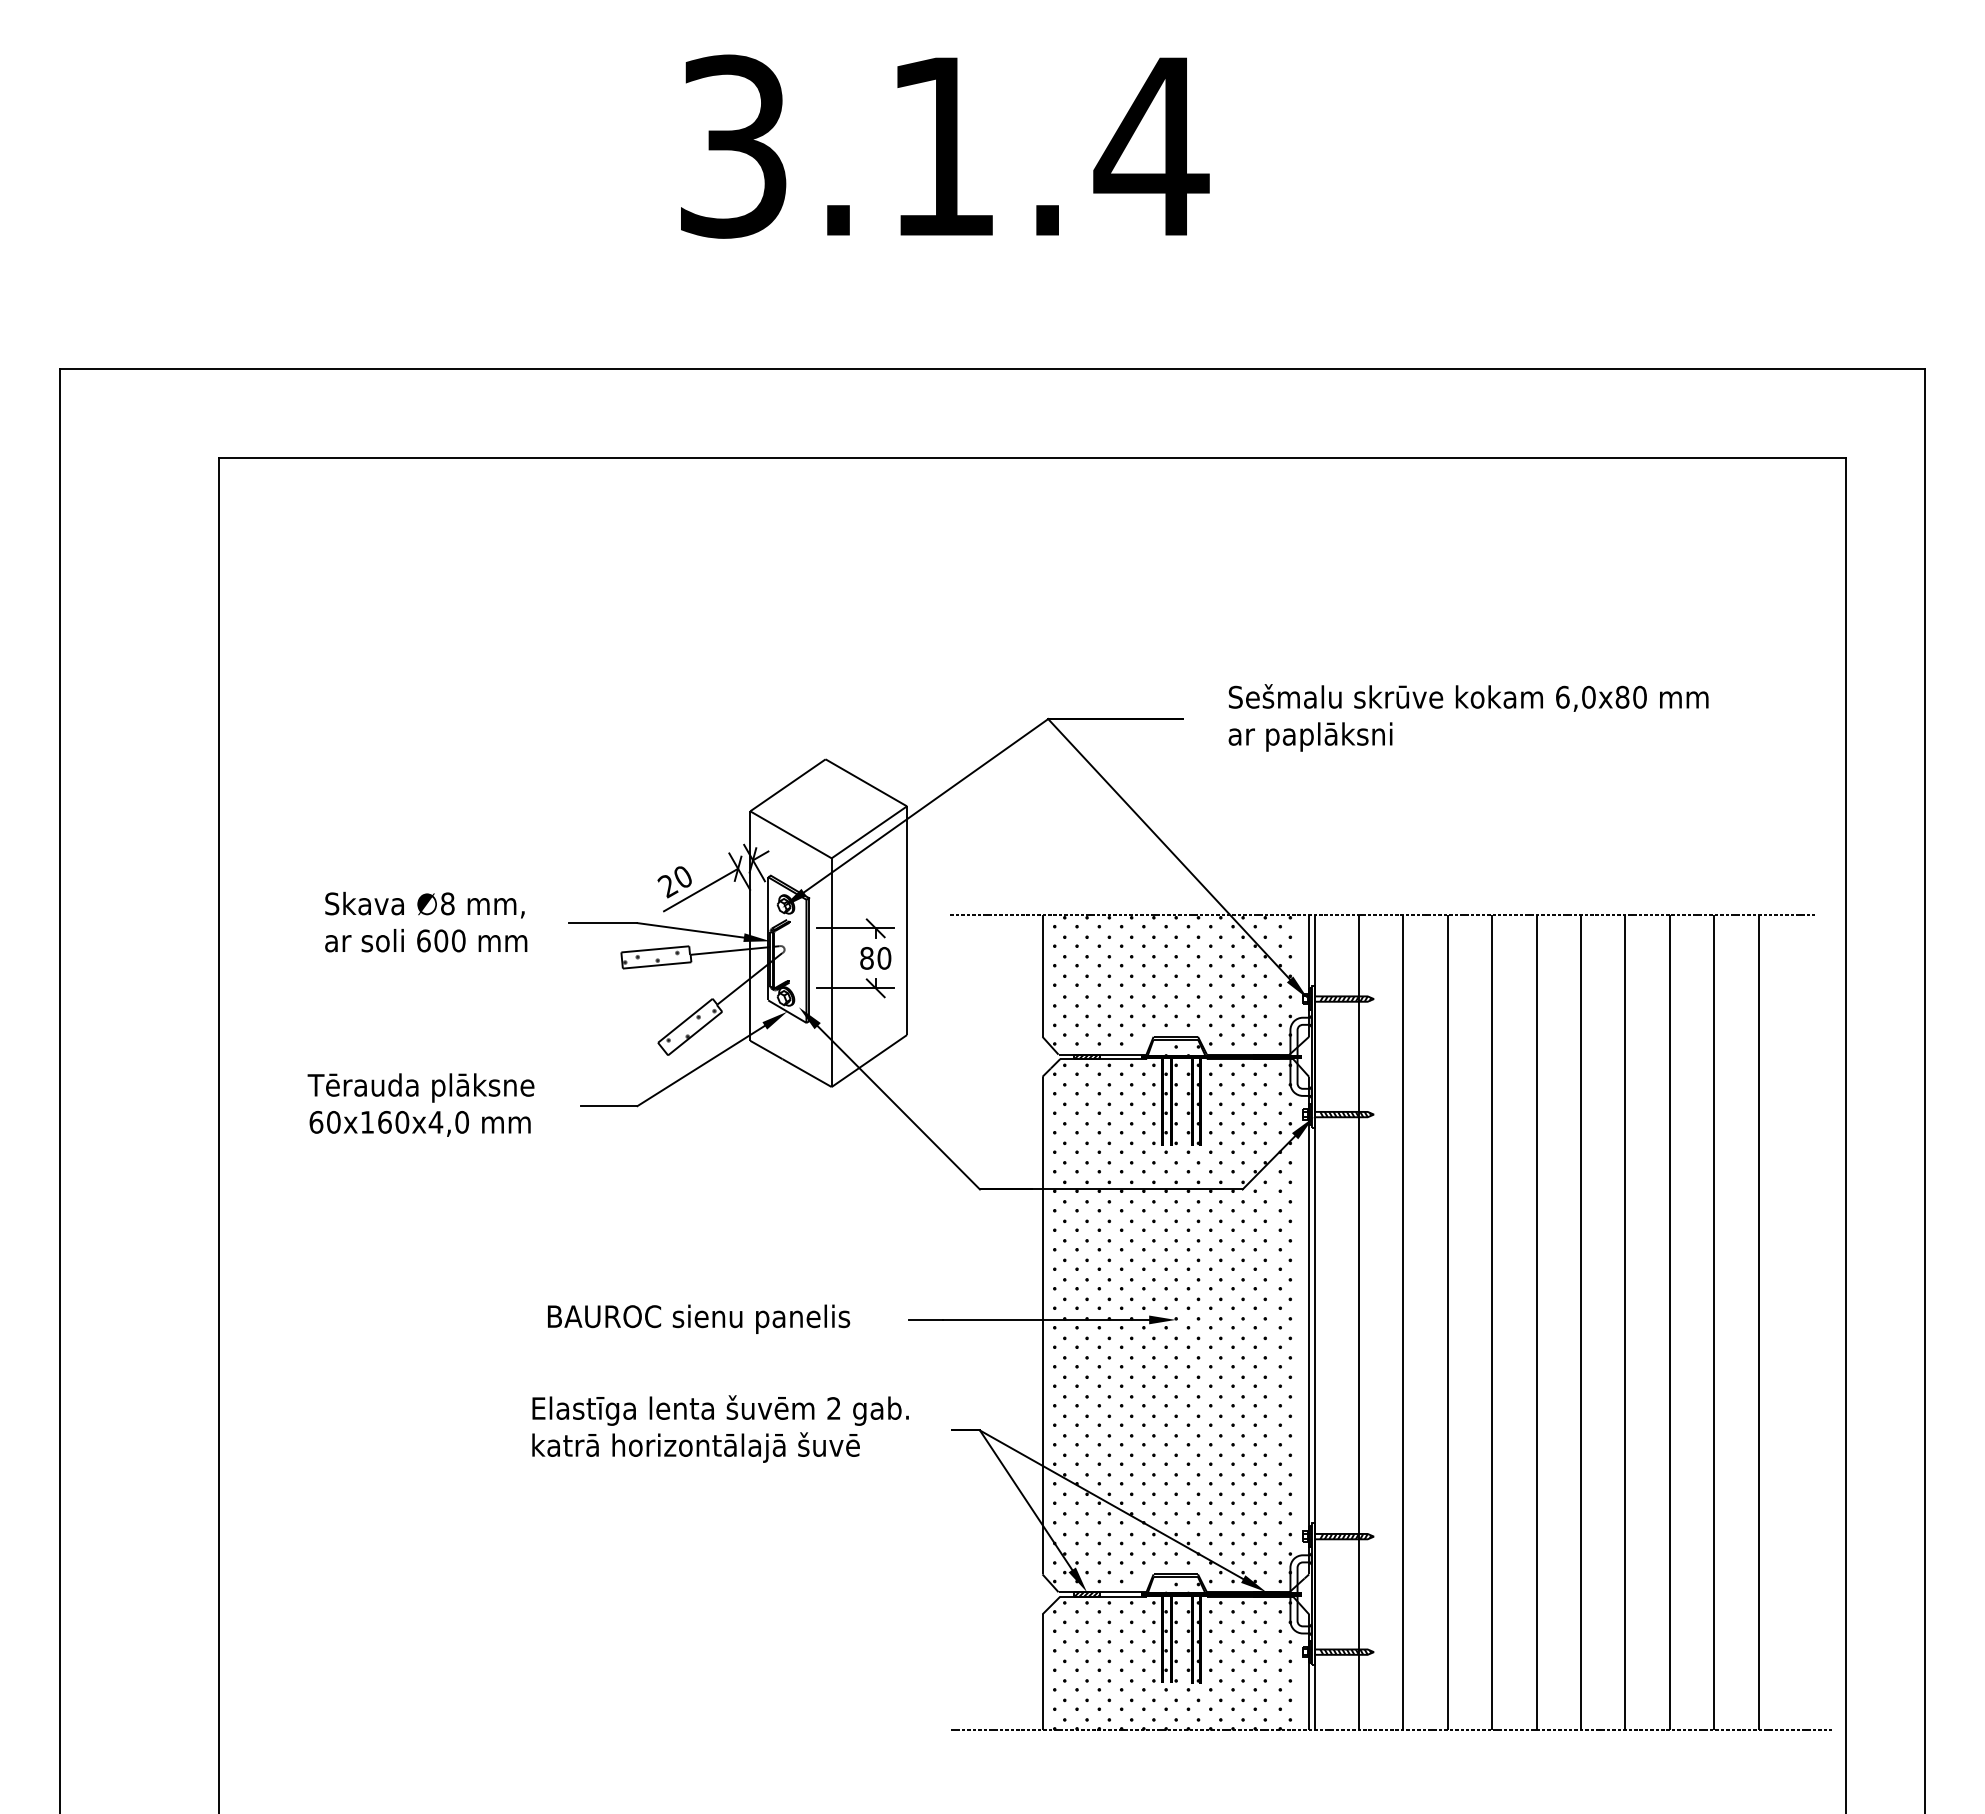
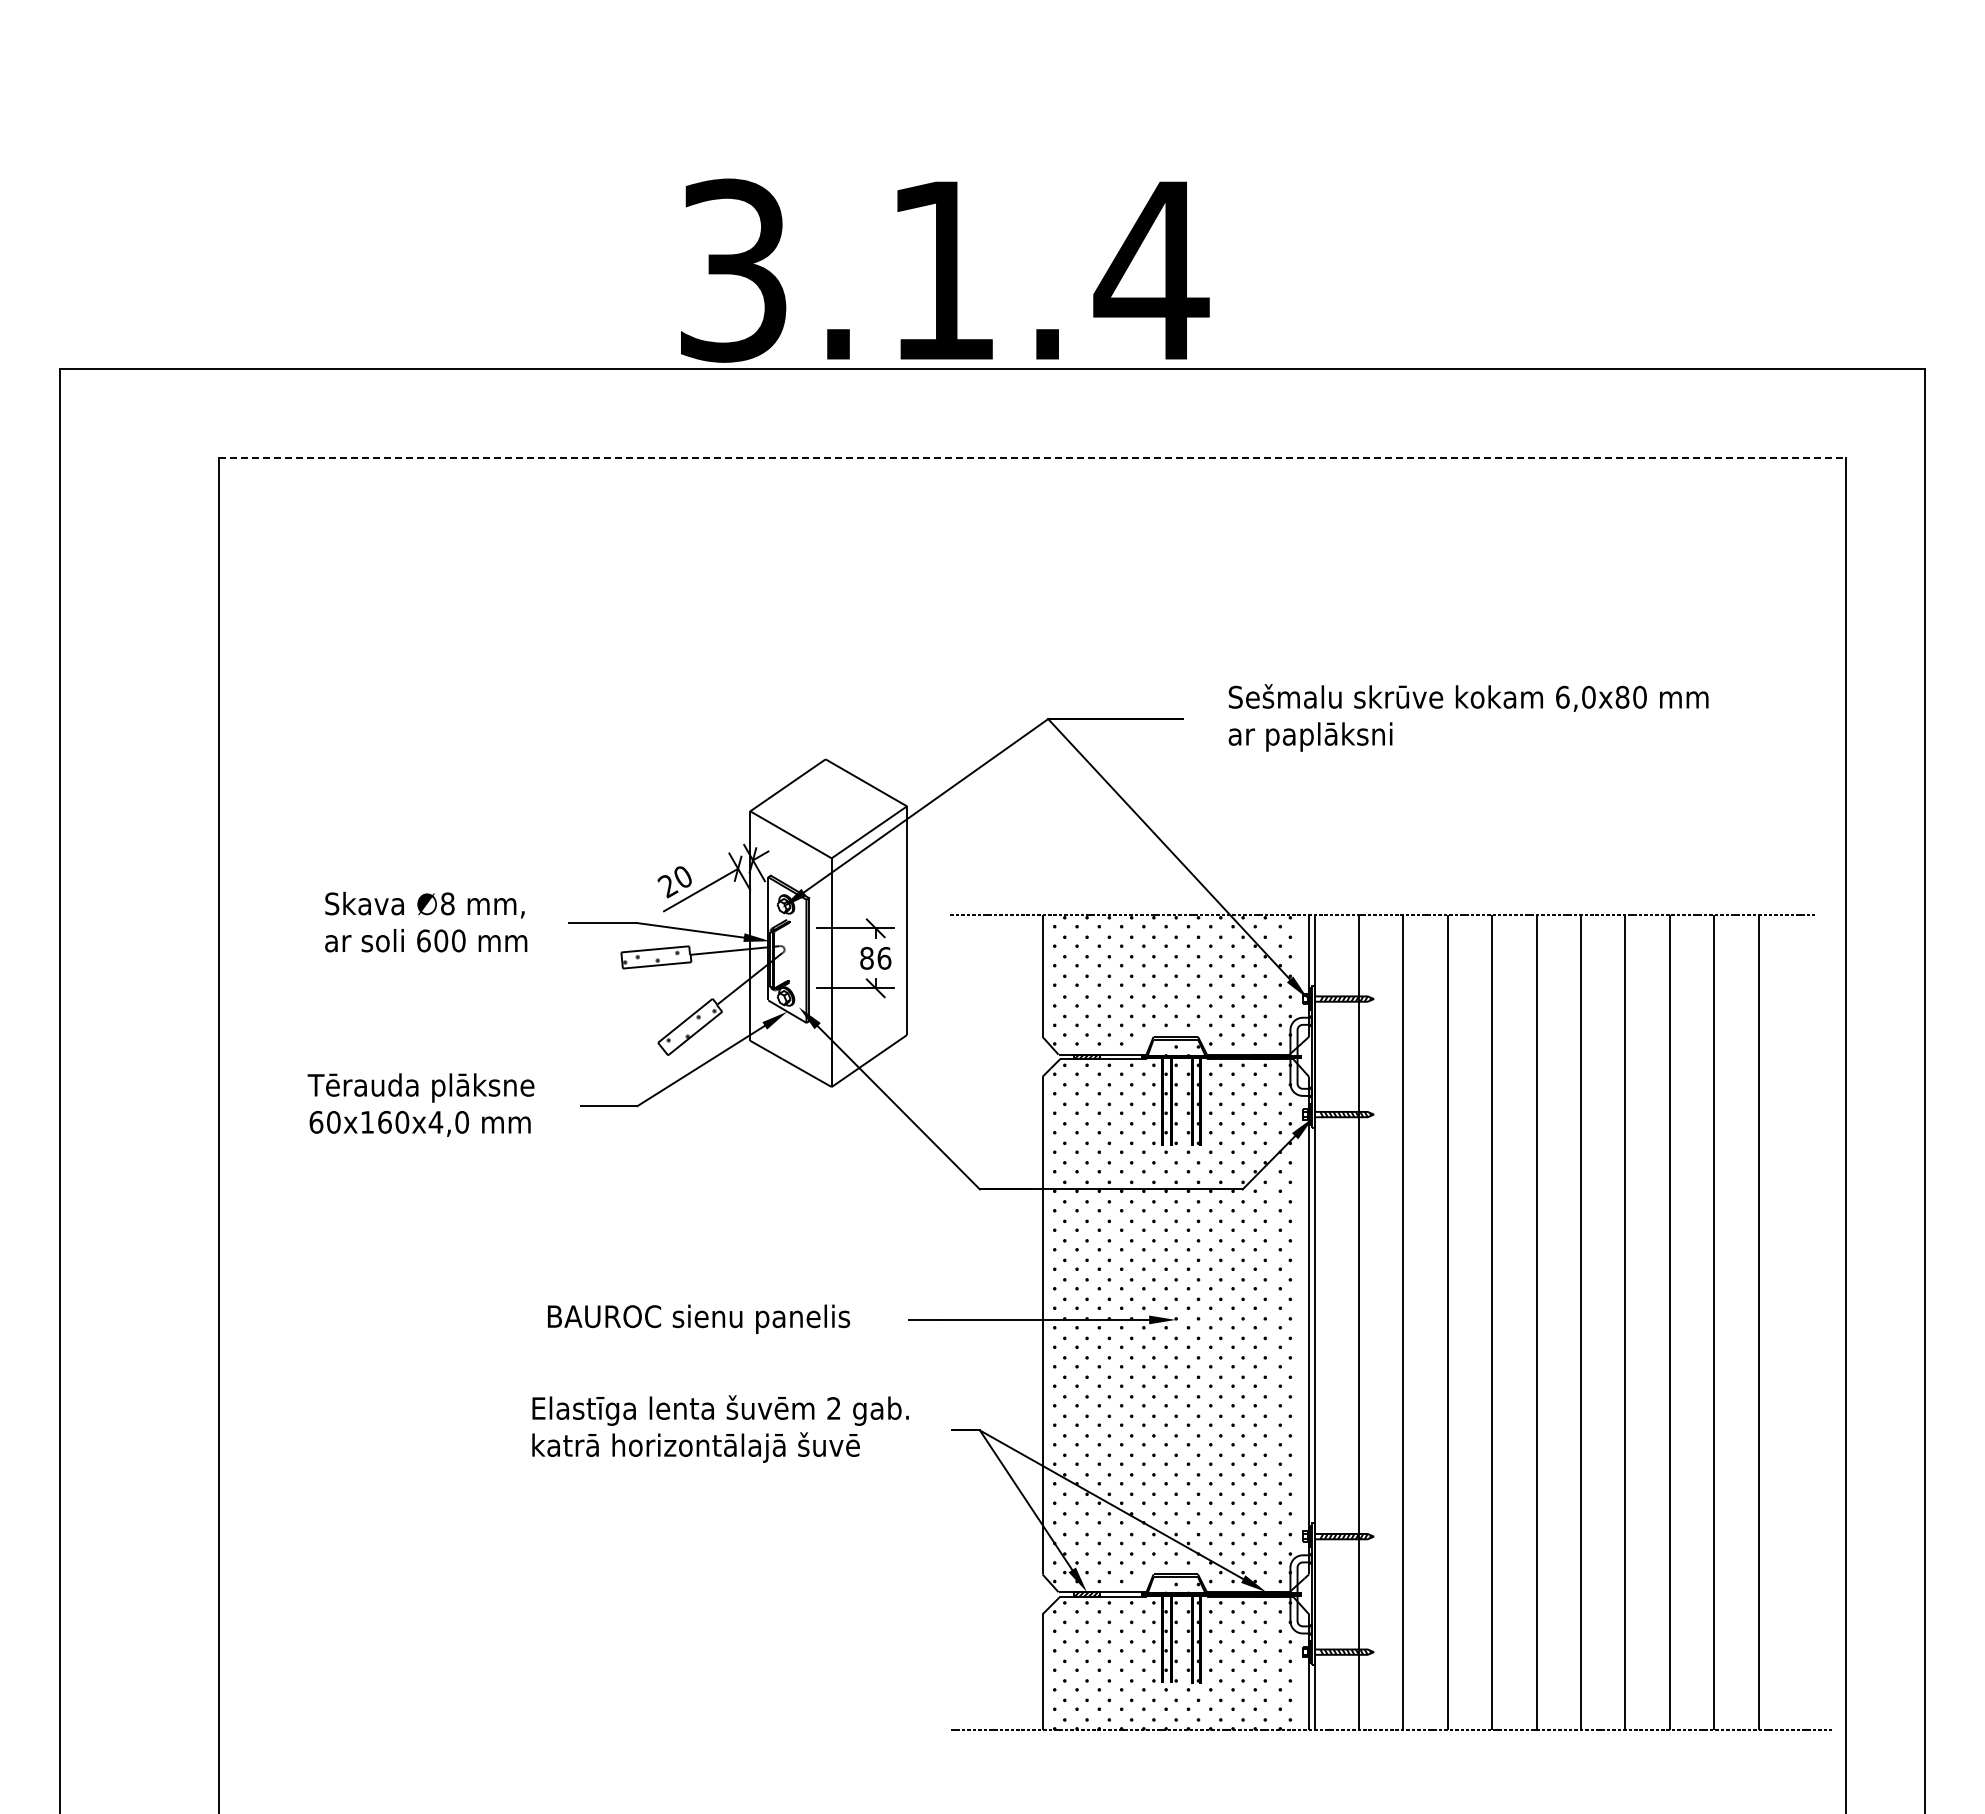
text at (945, 146) position: (945, 146) -> (945, 270)
line at (1033, 458): solid -> dashed
text at (884, 957): 80 -> 86
